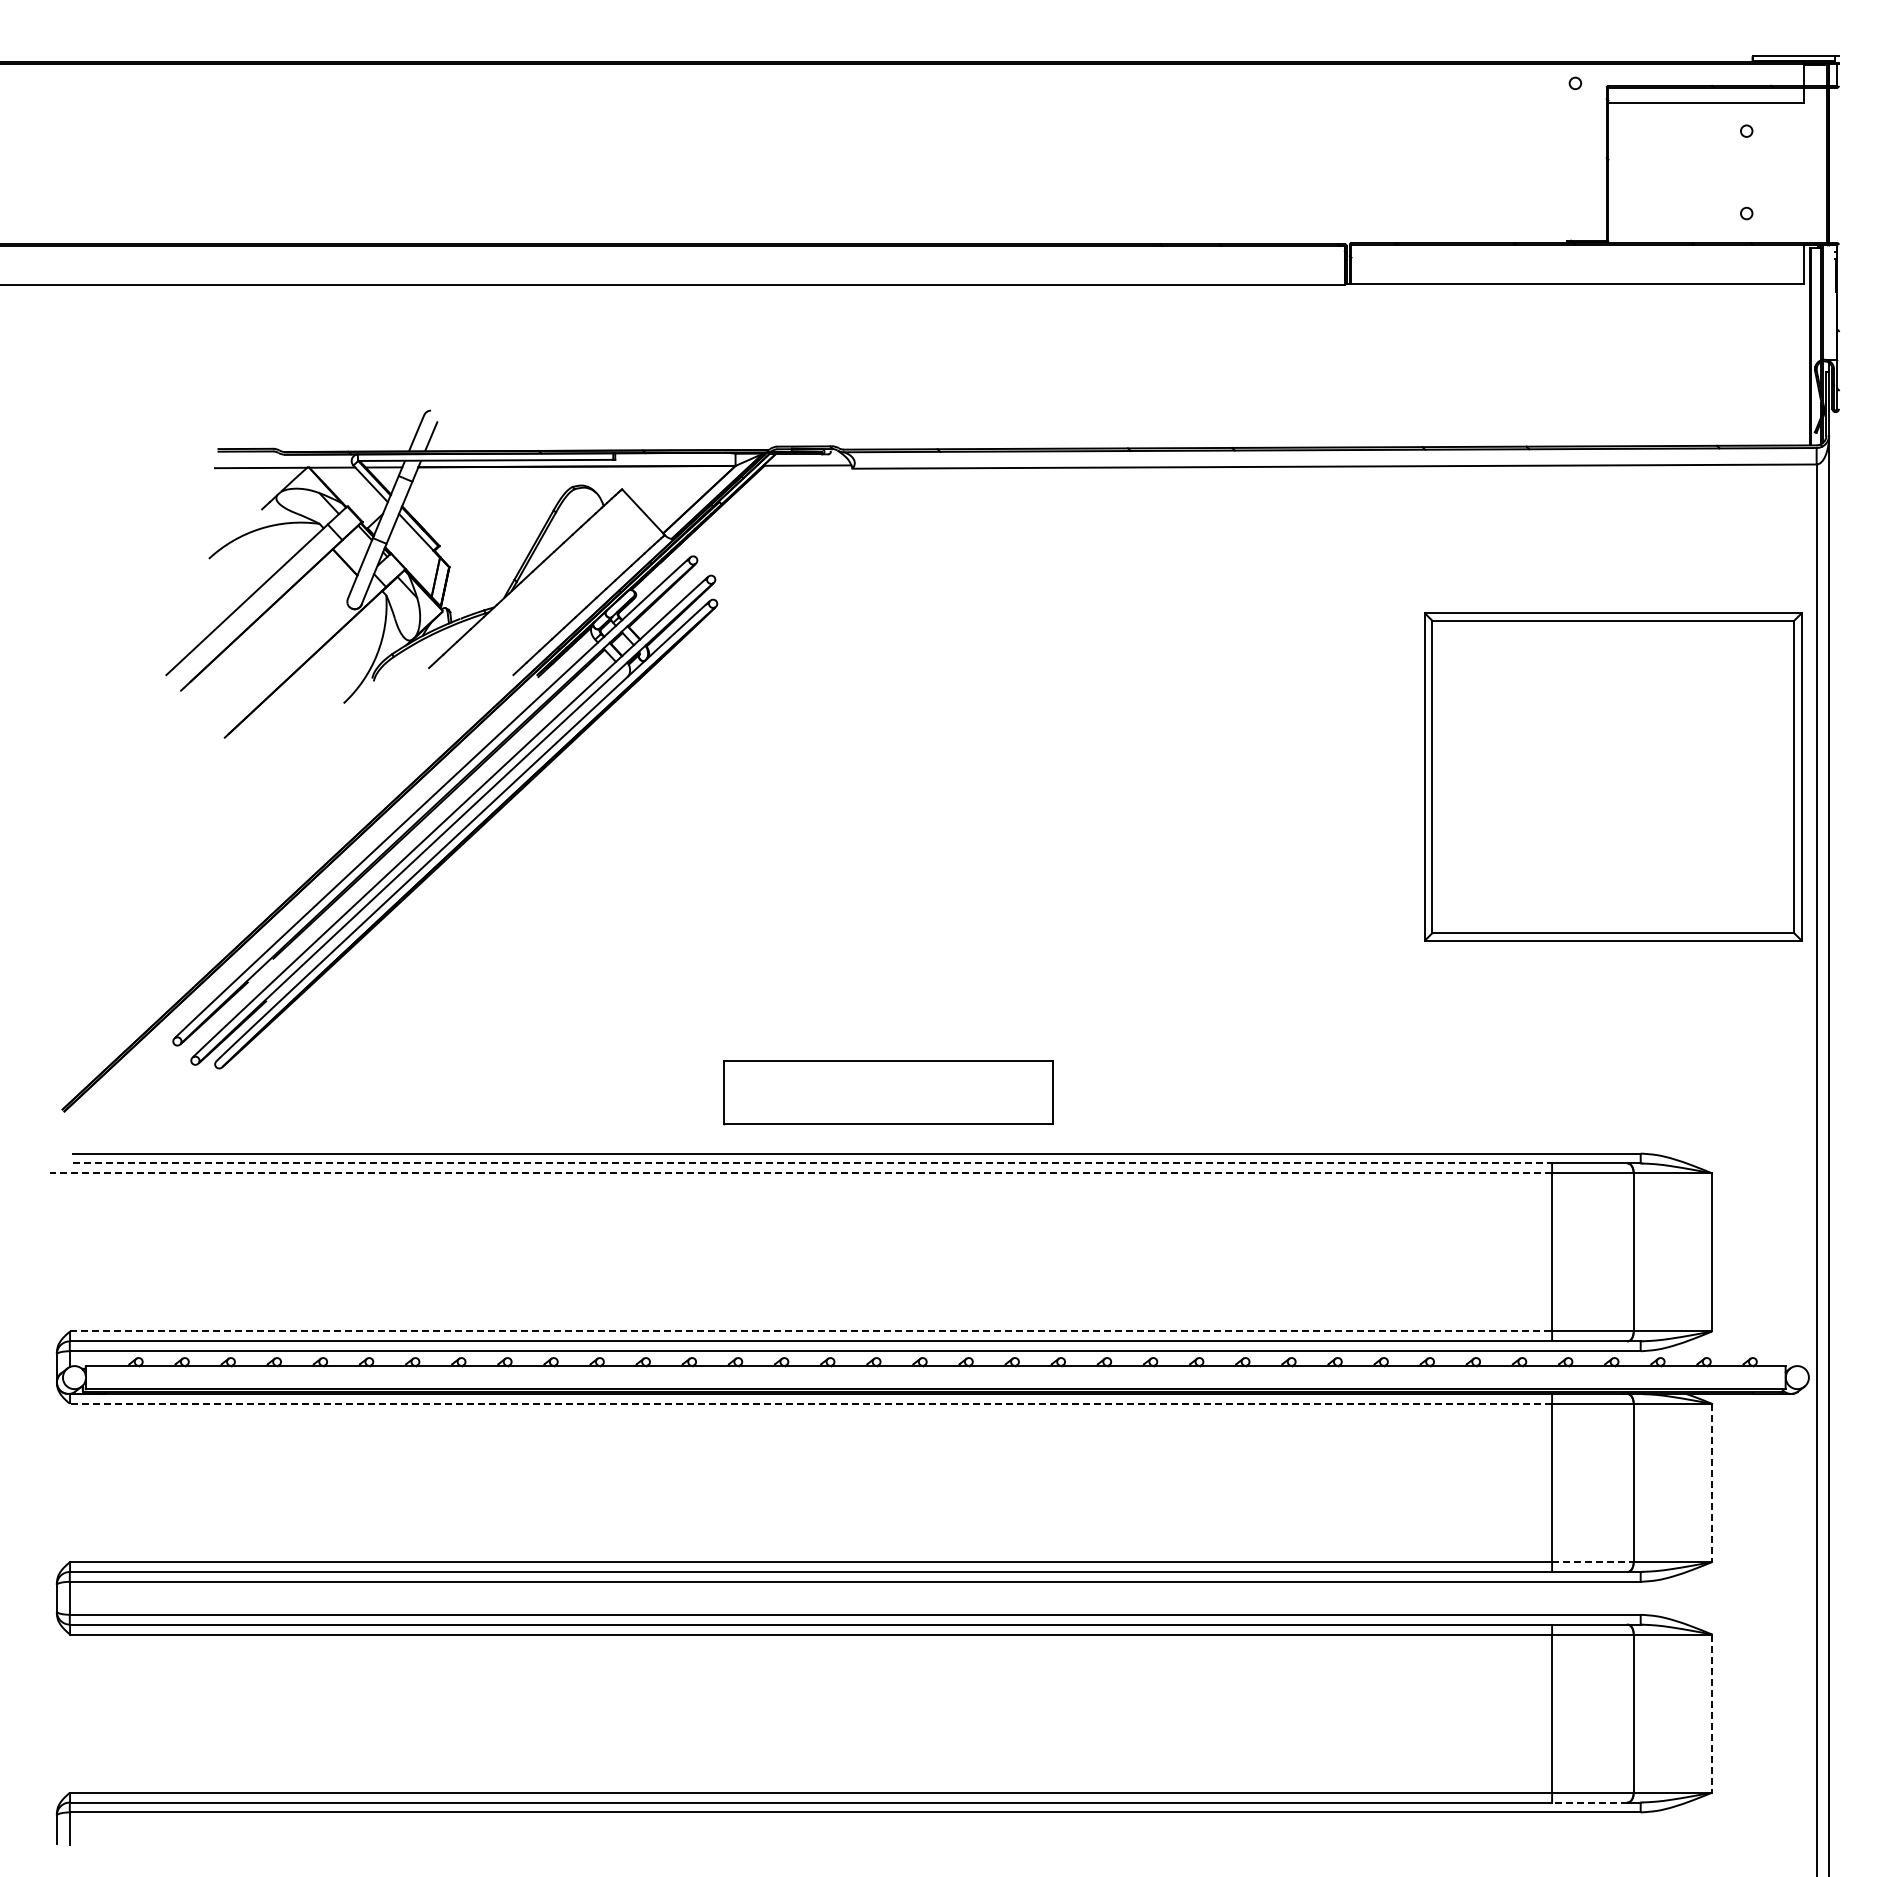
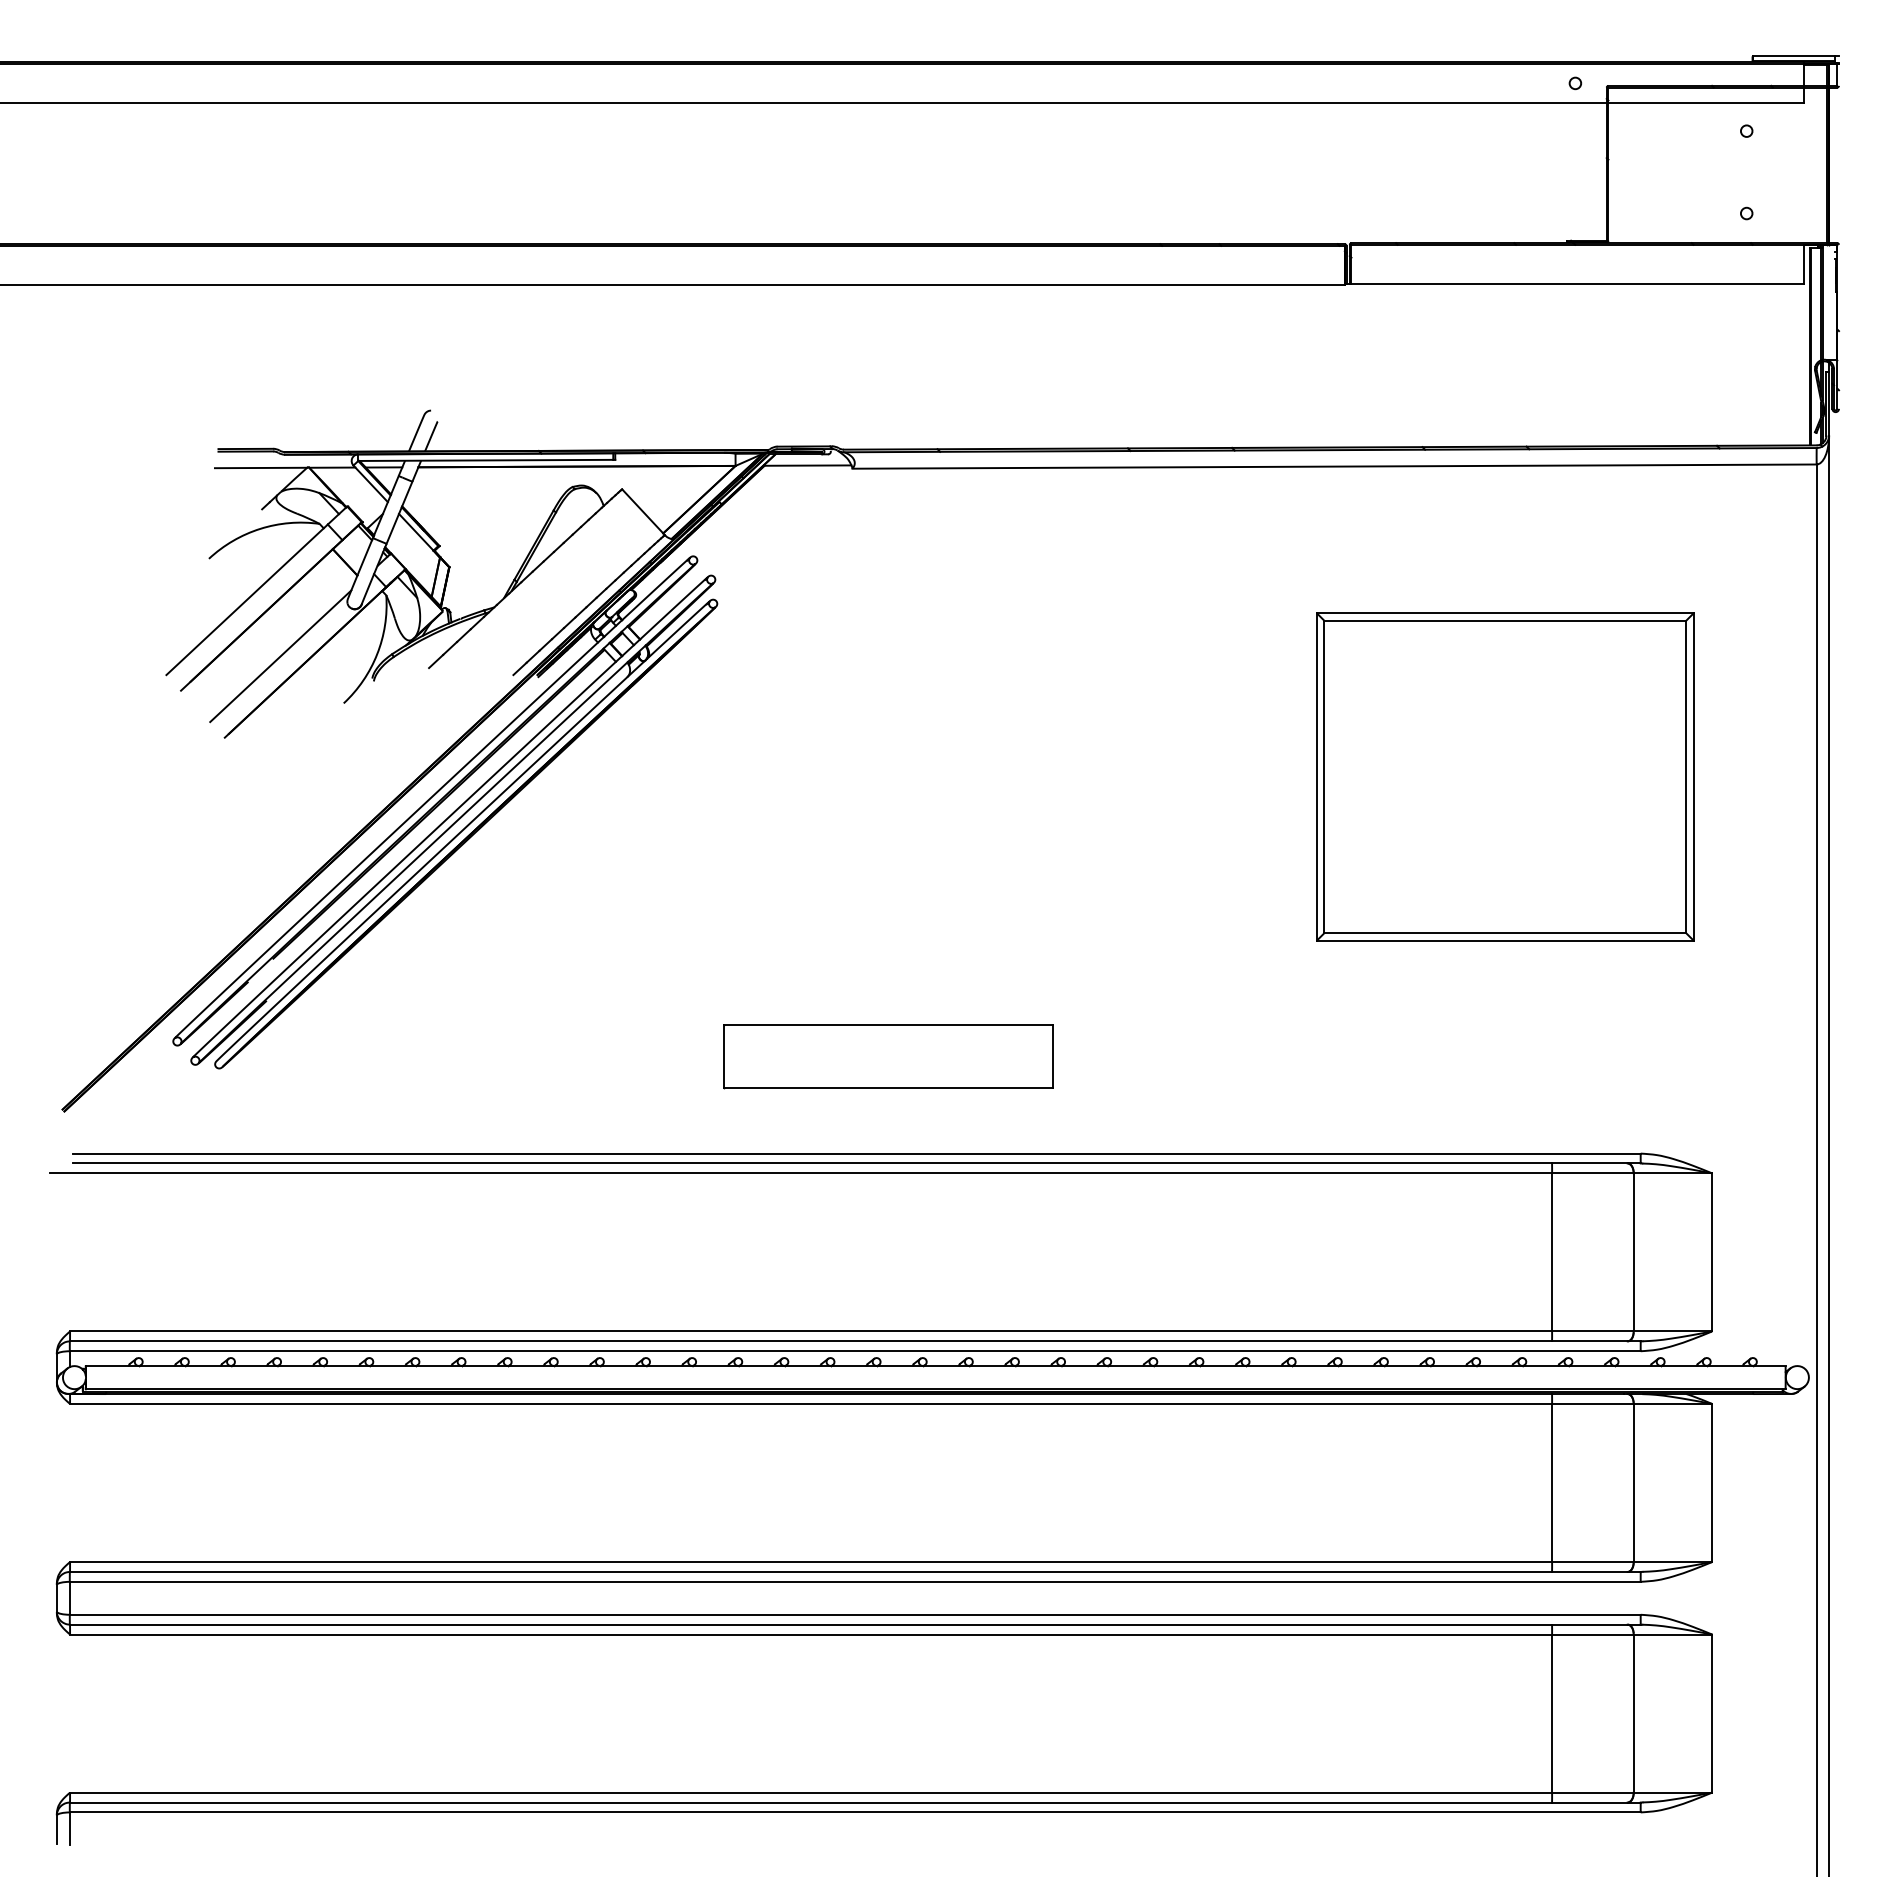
line at (804, 103): none -> present
line at (280, 656): none -> present
part at (1613, 776) position: (1613, 776) -> (1505, 776)
part at (888, 1092) position: (888, 1092) -> (888, 1056)
line at (813, 1163): dashed -> solid
line at (801, 1173): dashed -> solid
line at (811, 1331): dashed -> solid
line at (810, 1403): dashed -> solid
line at (1712, 1483): dashed -> solid
line at (1592, 1562): dashed -> solid
line at (1712, 1714): dashed -> solid
line at (1589, 1802): dashed -> solid
